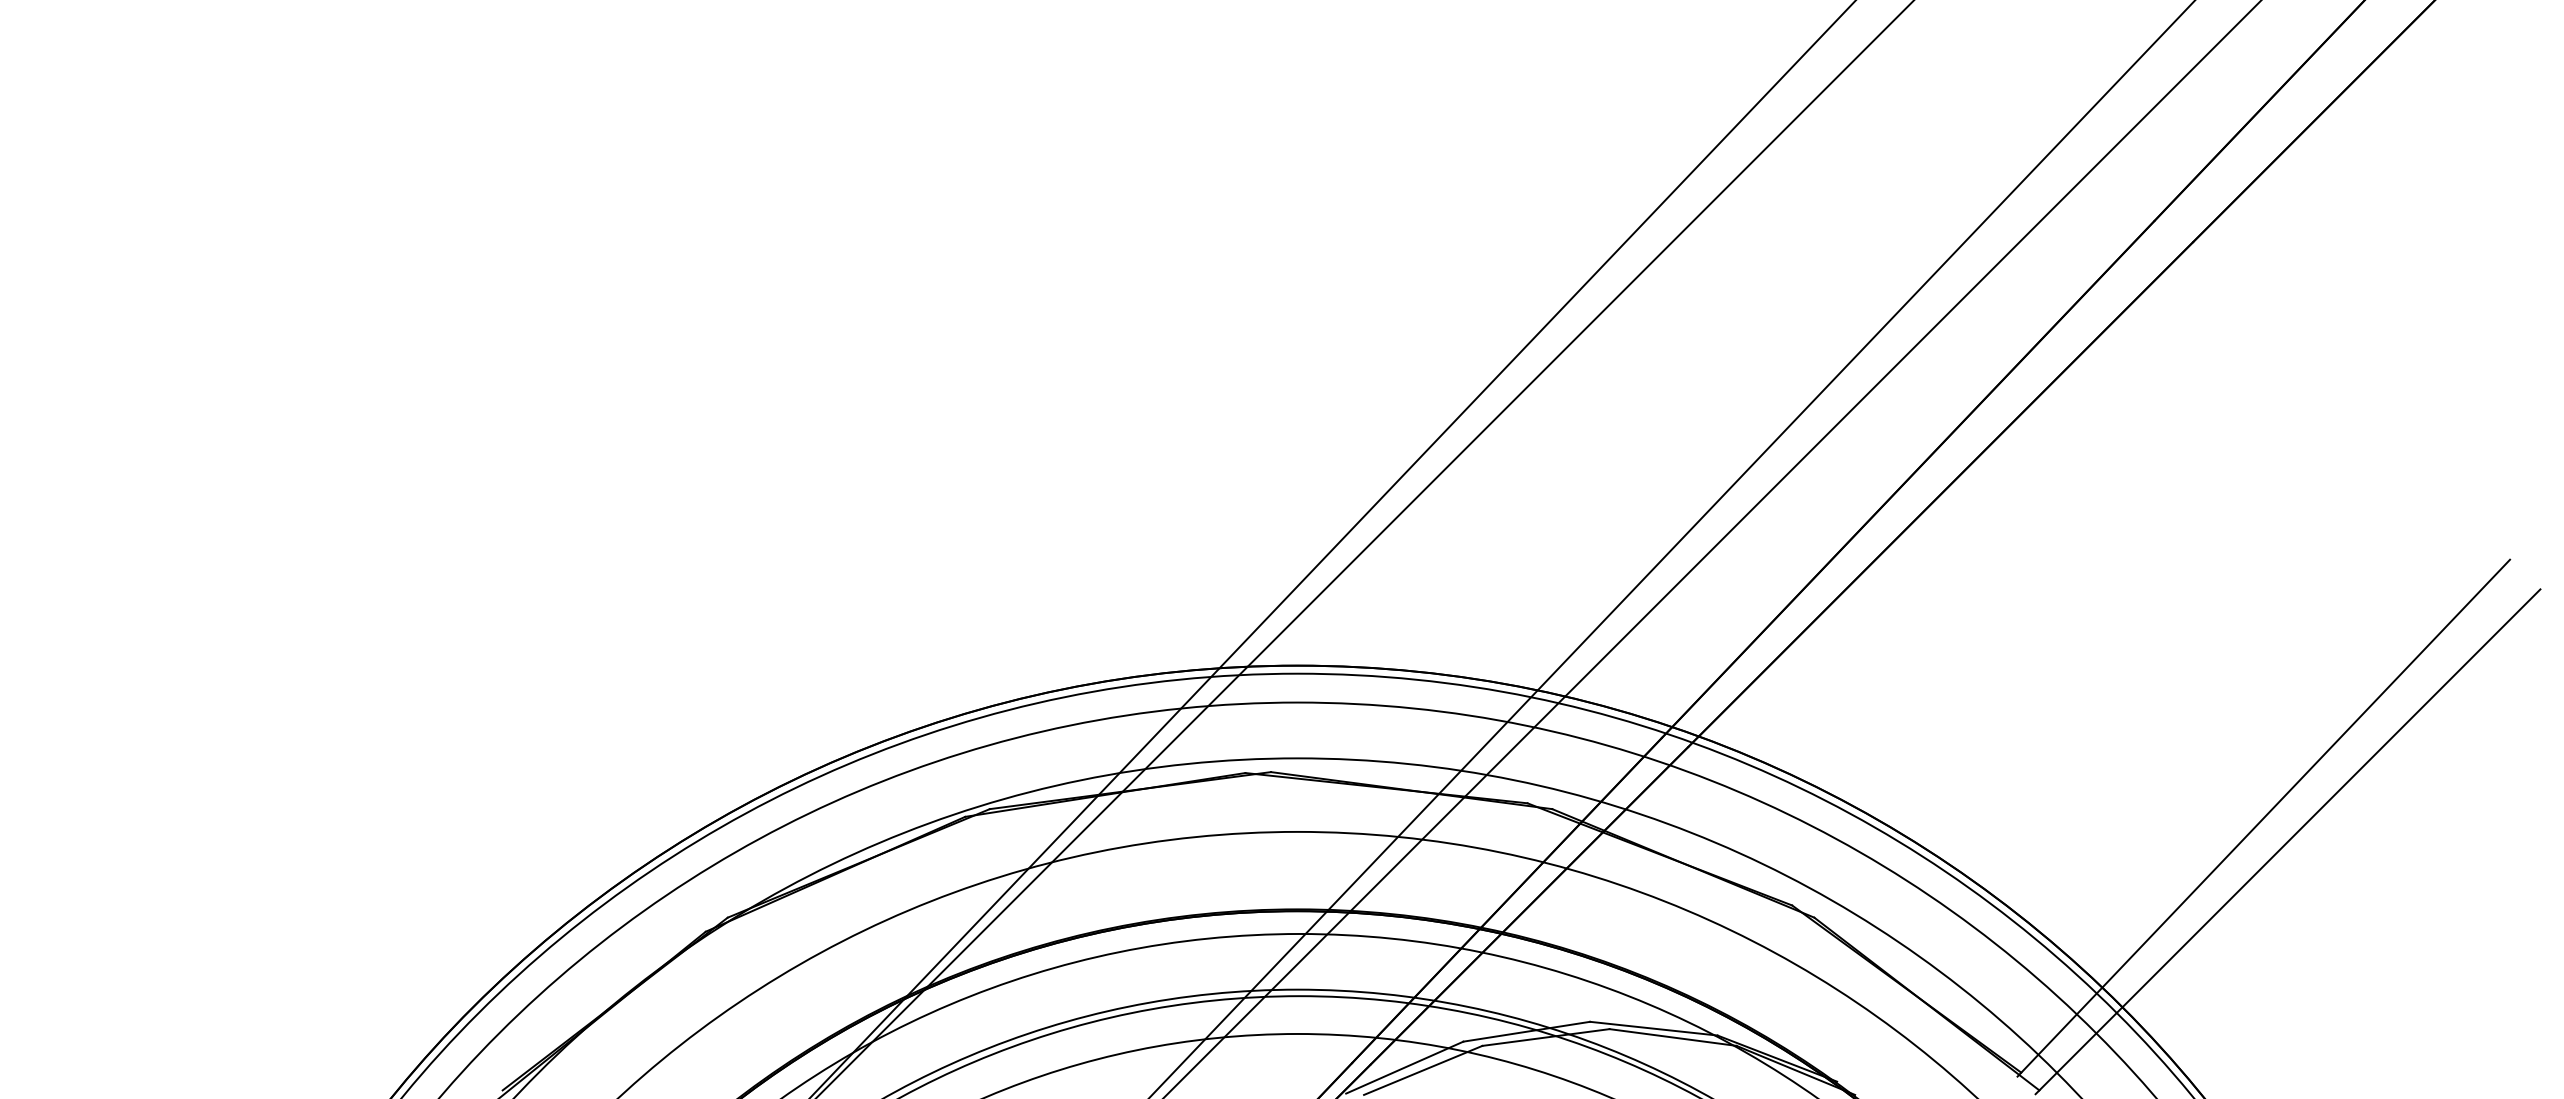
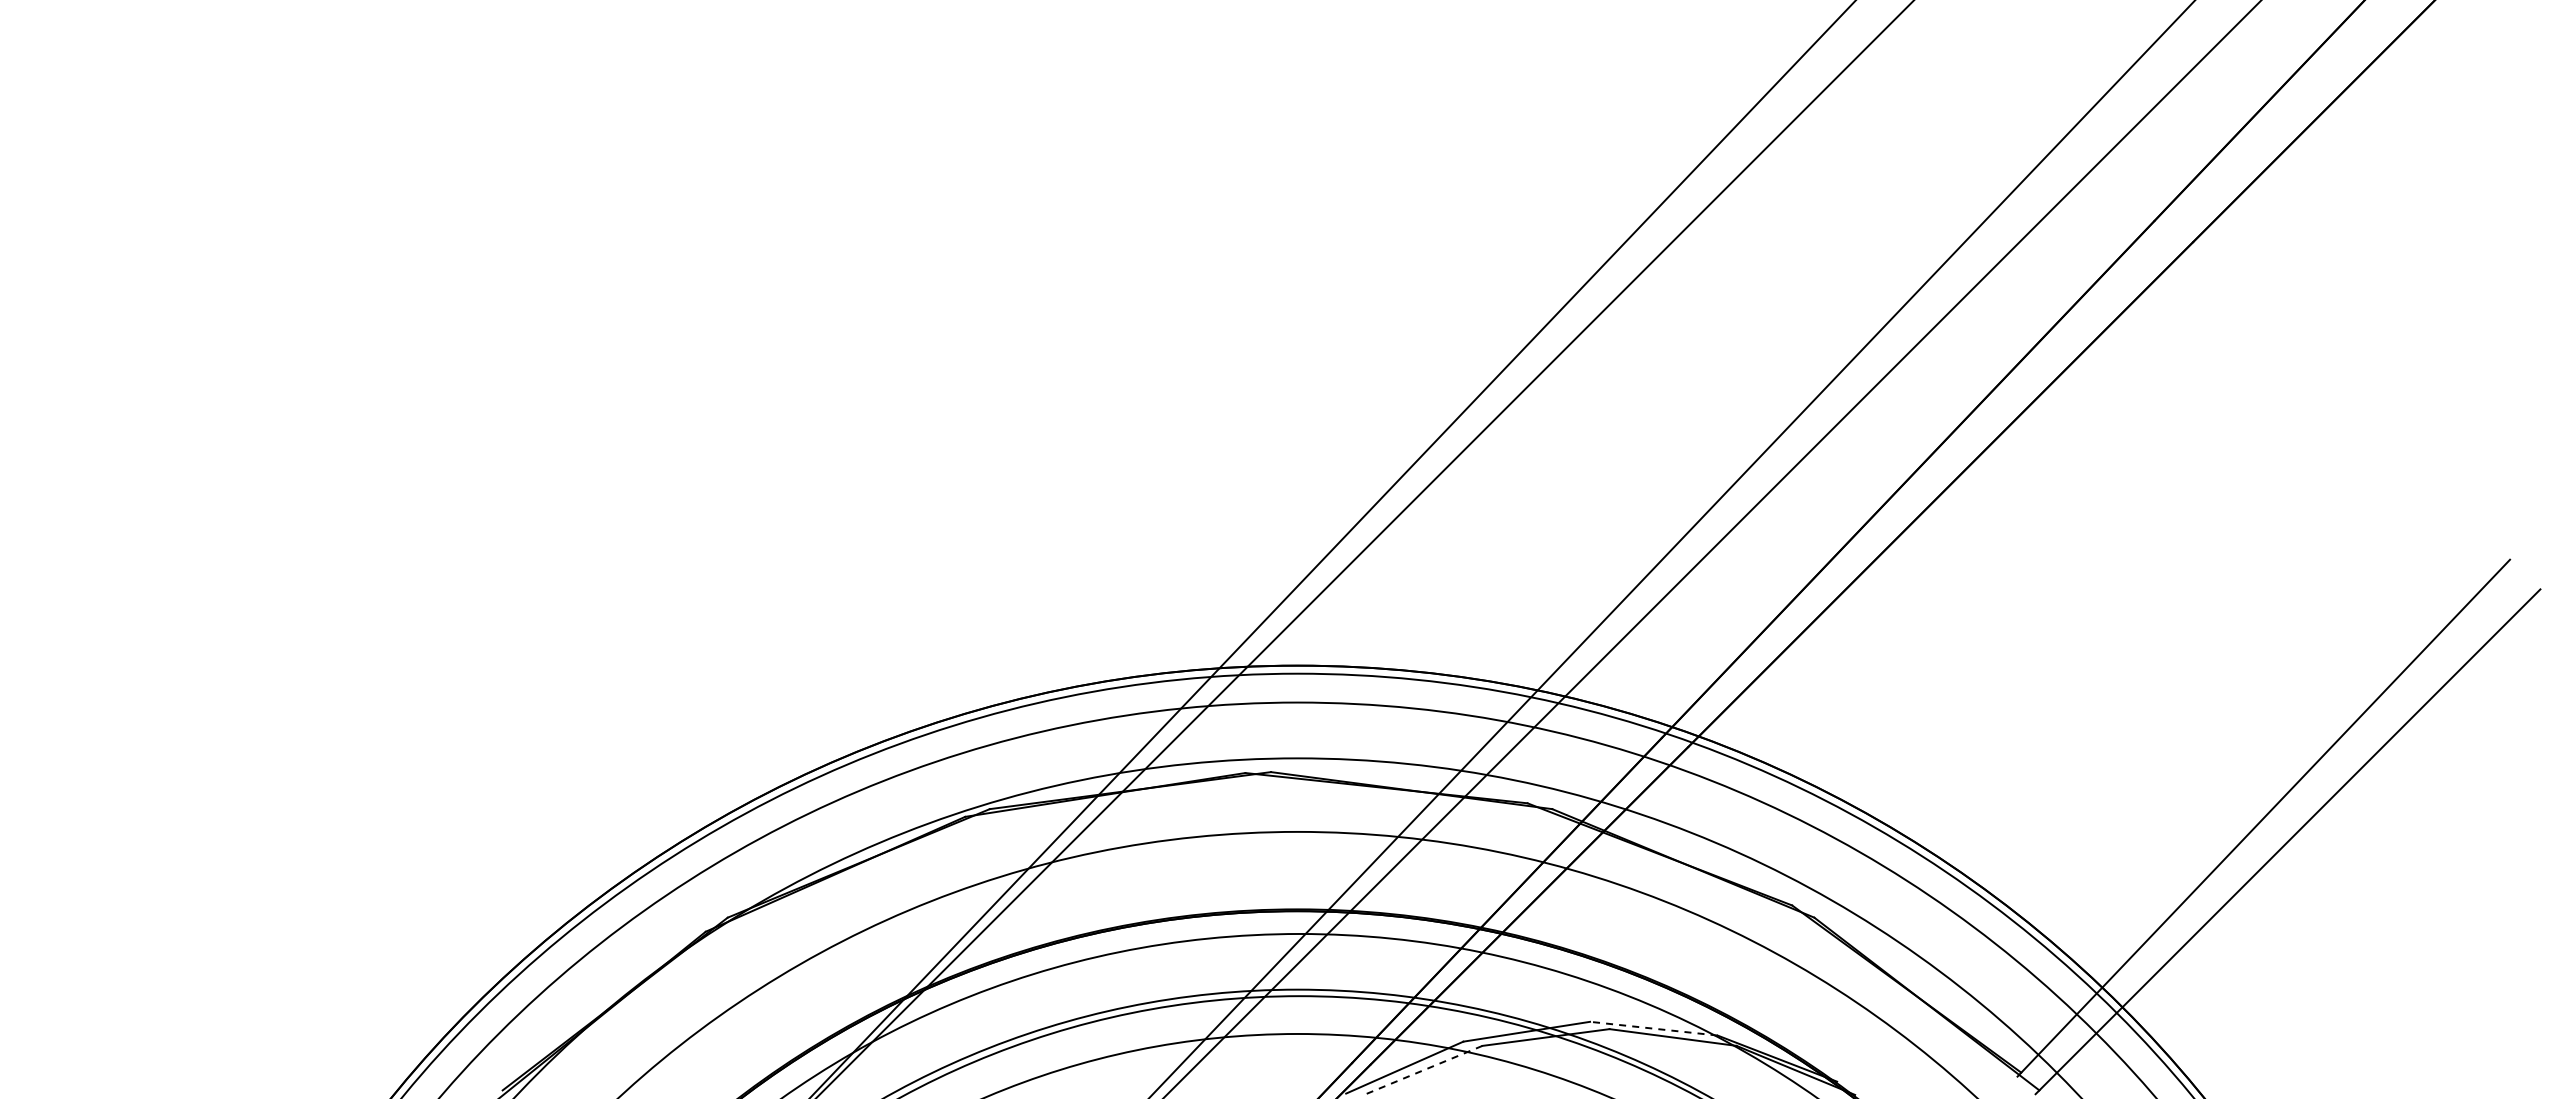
line at (1653, 1028): solid -> dashed
line at (1422, 1070): solid -> dashed
